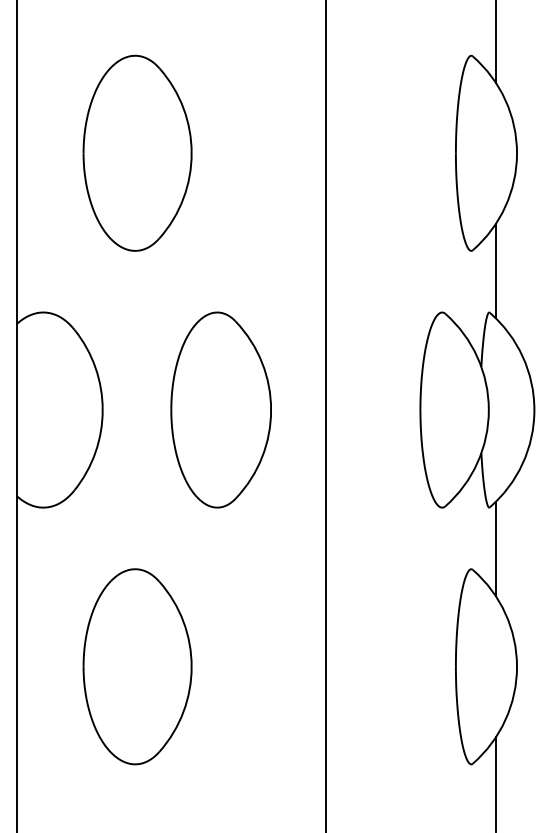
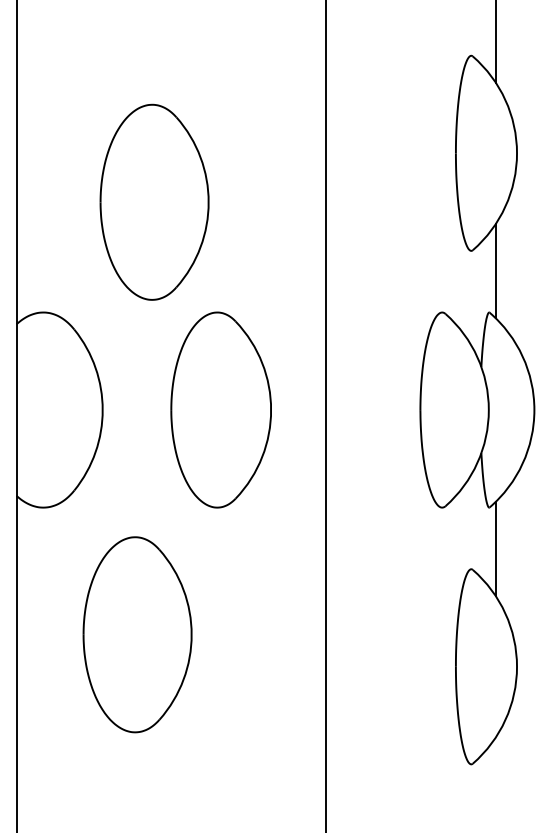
part at (137, 152) position: (137, 152) -> (154, 201)
part at (137, 666) position: (137, 666) -> (137, 634)
line at (496, 783): present -> none
